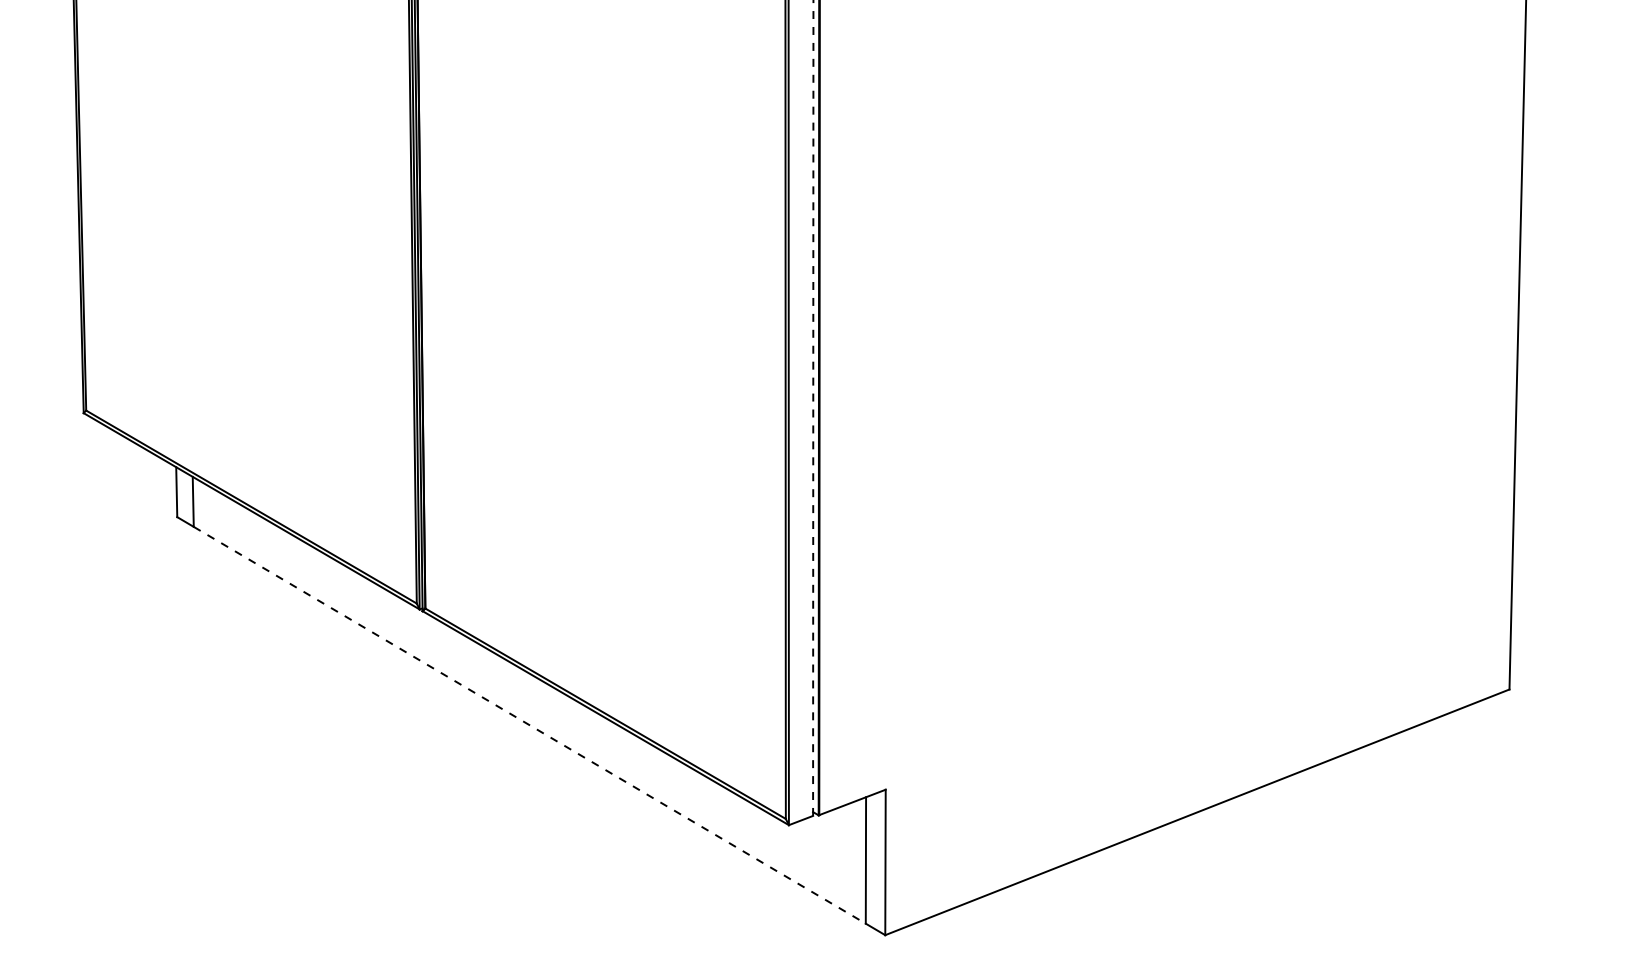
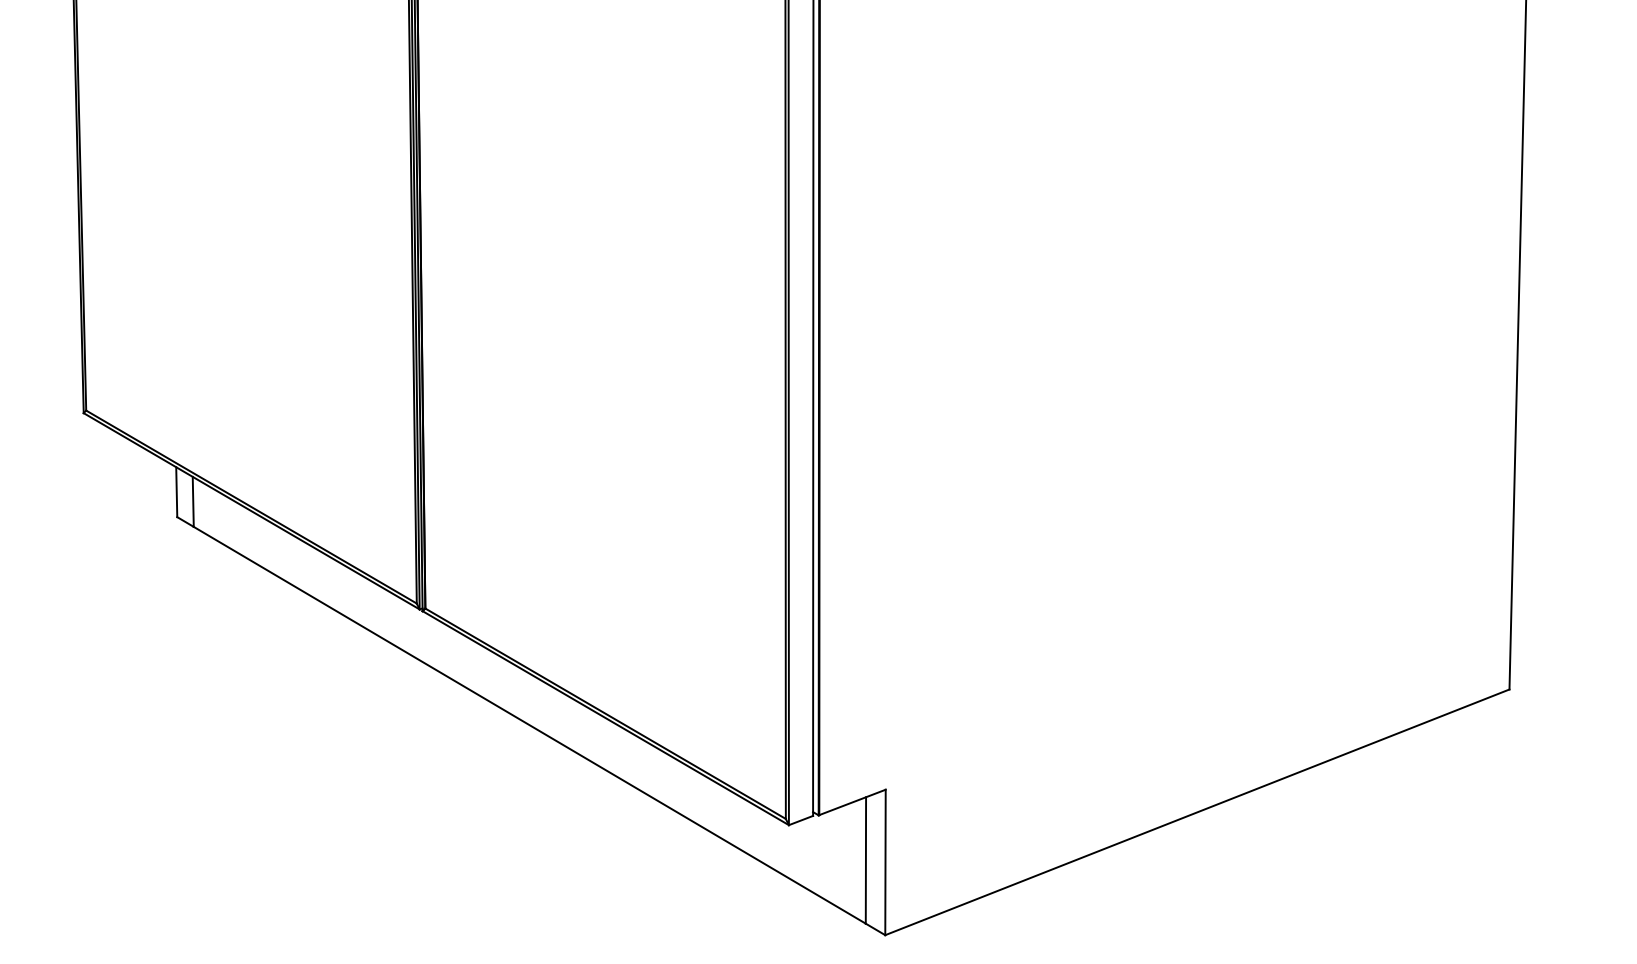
line at (813, 407): dashed -> solid
line at (530, 725): dashed -> solid
